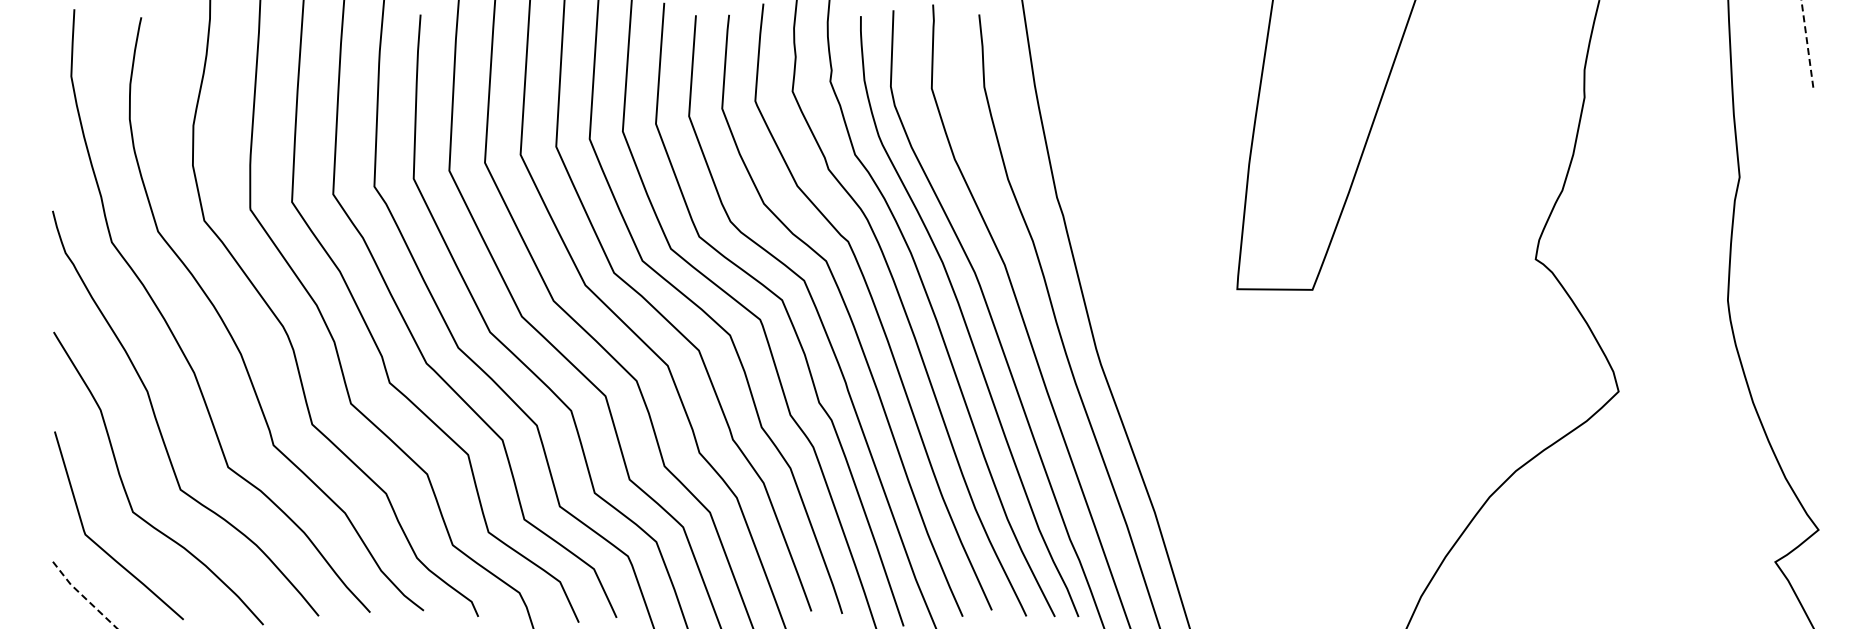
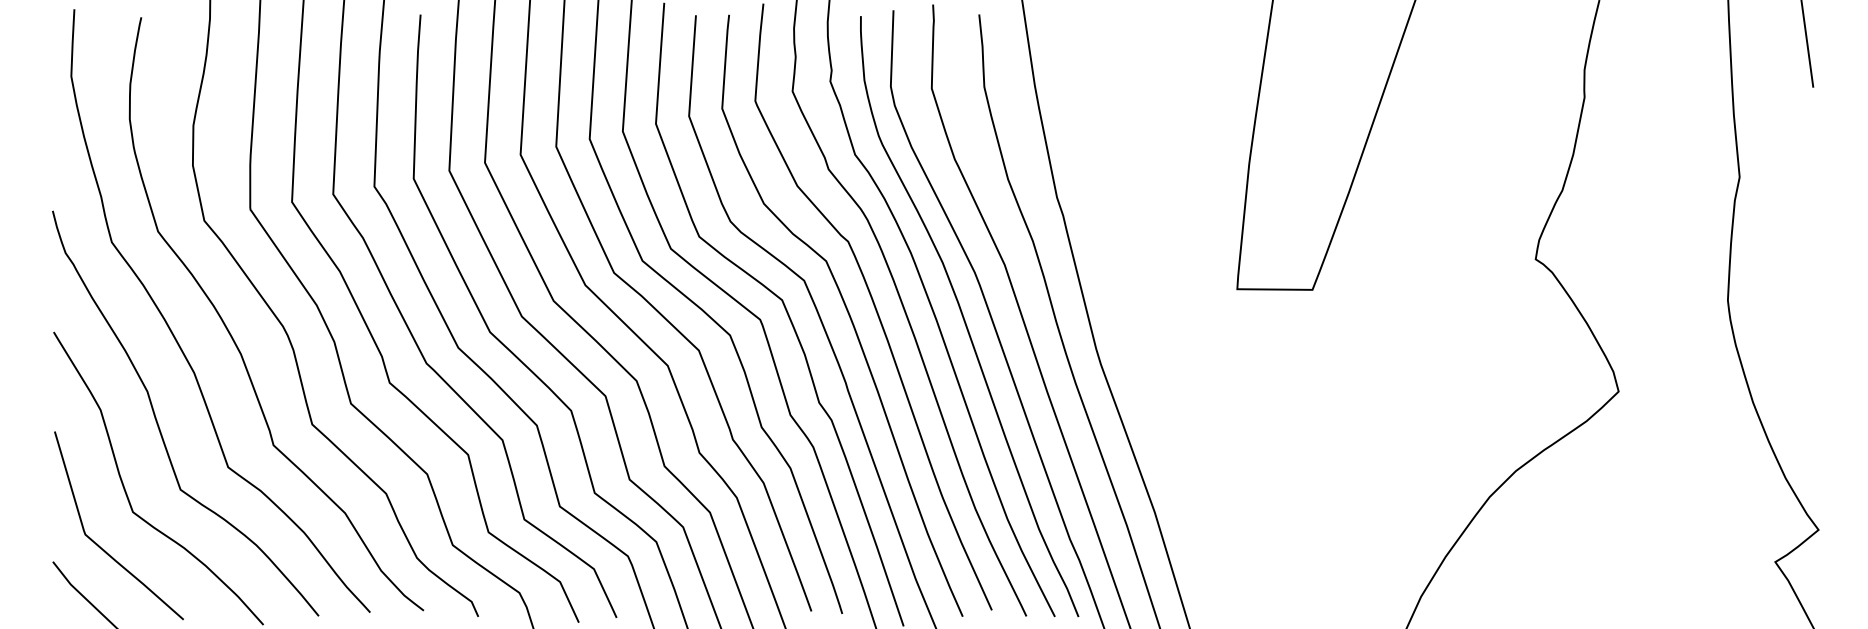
line at (1807, 43): dashed -> solid
line at (83, 596): dashed -> solid
